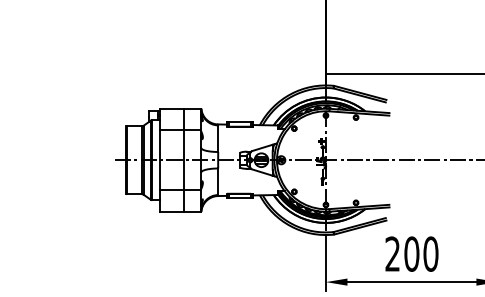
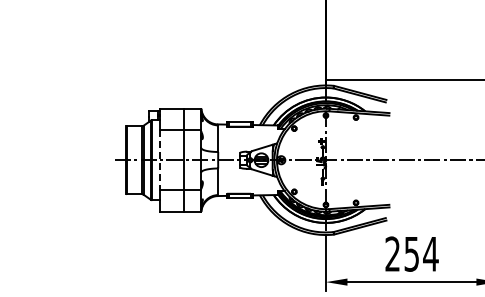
line at (403, 74) position: (403, 74) -> (403, 80)
line at (160, 160): solid -> dashed
text at (421, 253): 200 -> 254
